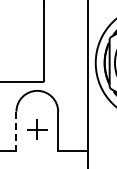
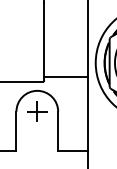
line at (66, 76): none -> present
part at (37, 129) position: (37, 129) -> (37, 111)
line at (16, 131): dashed -> solid
